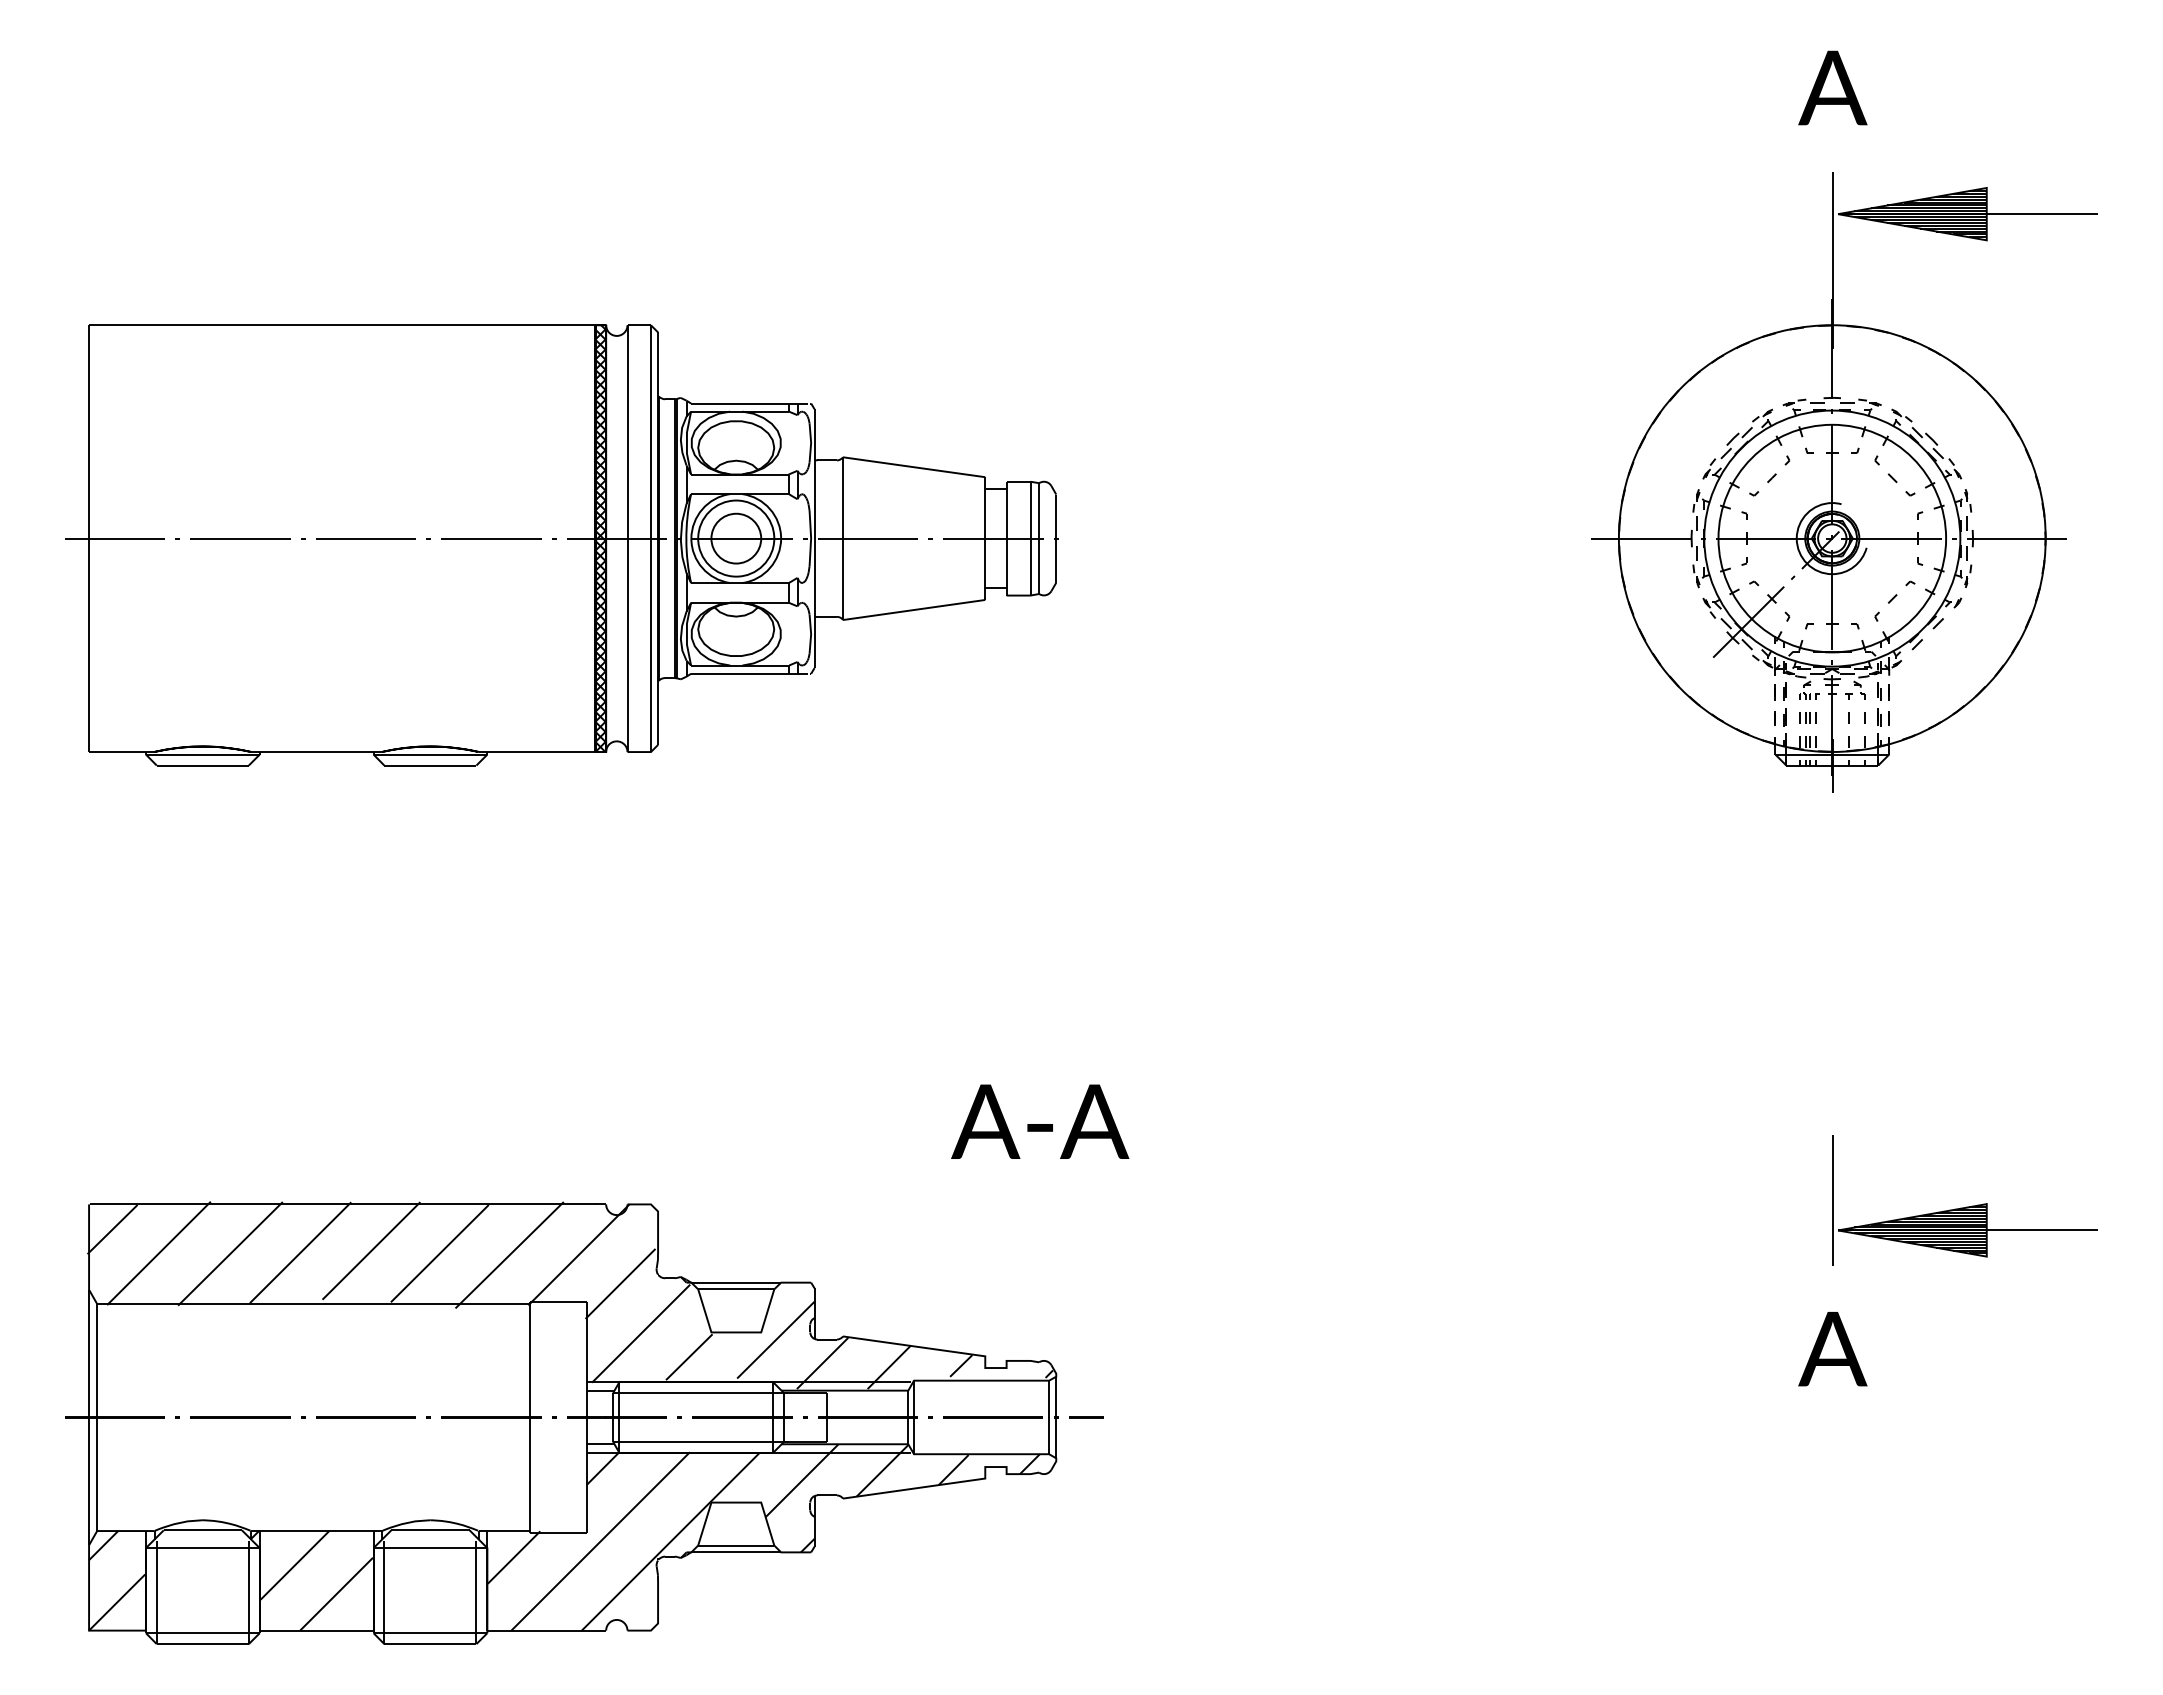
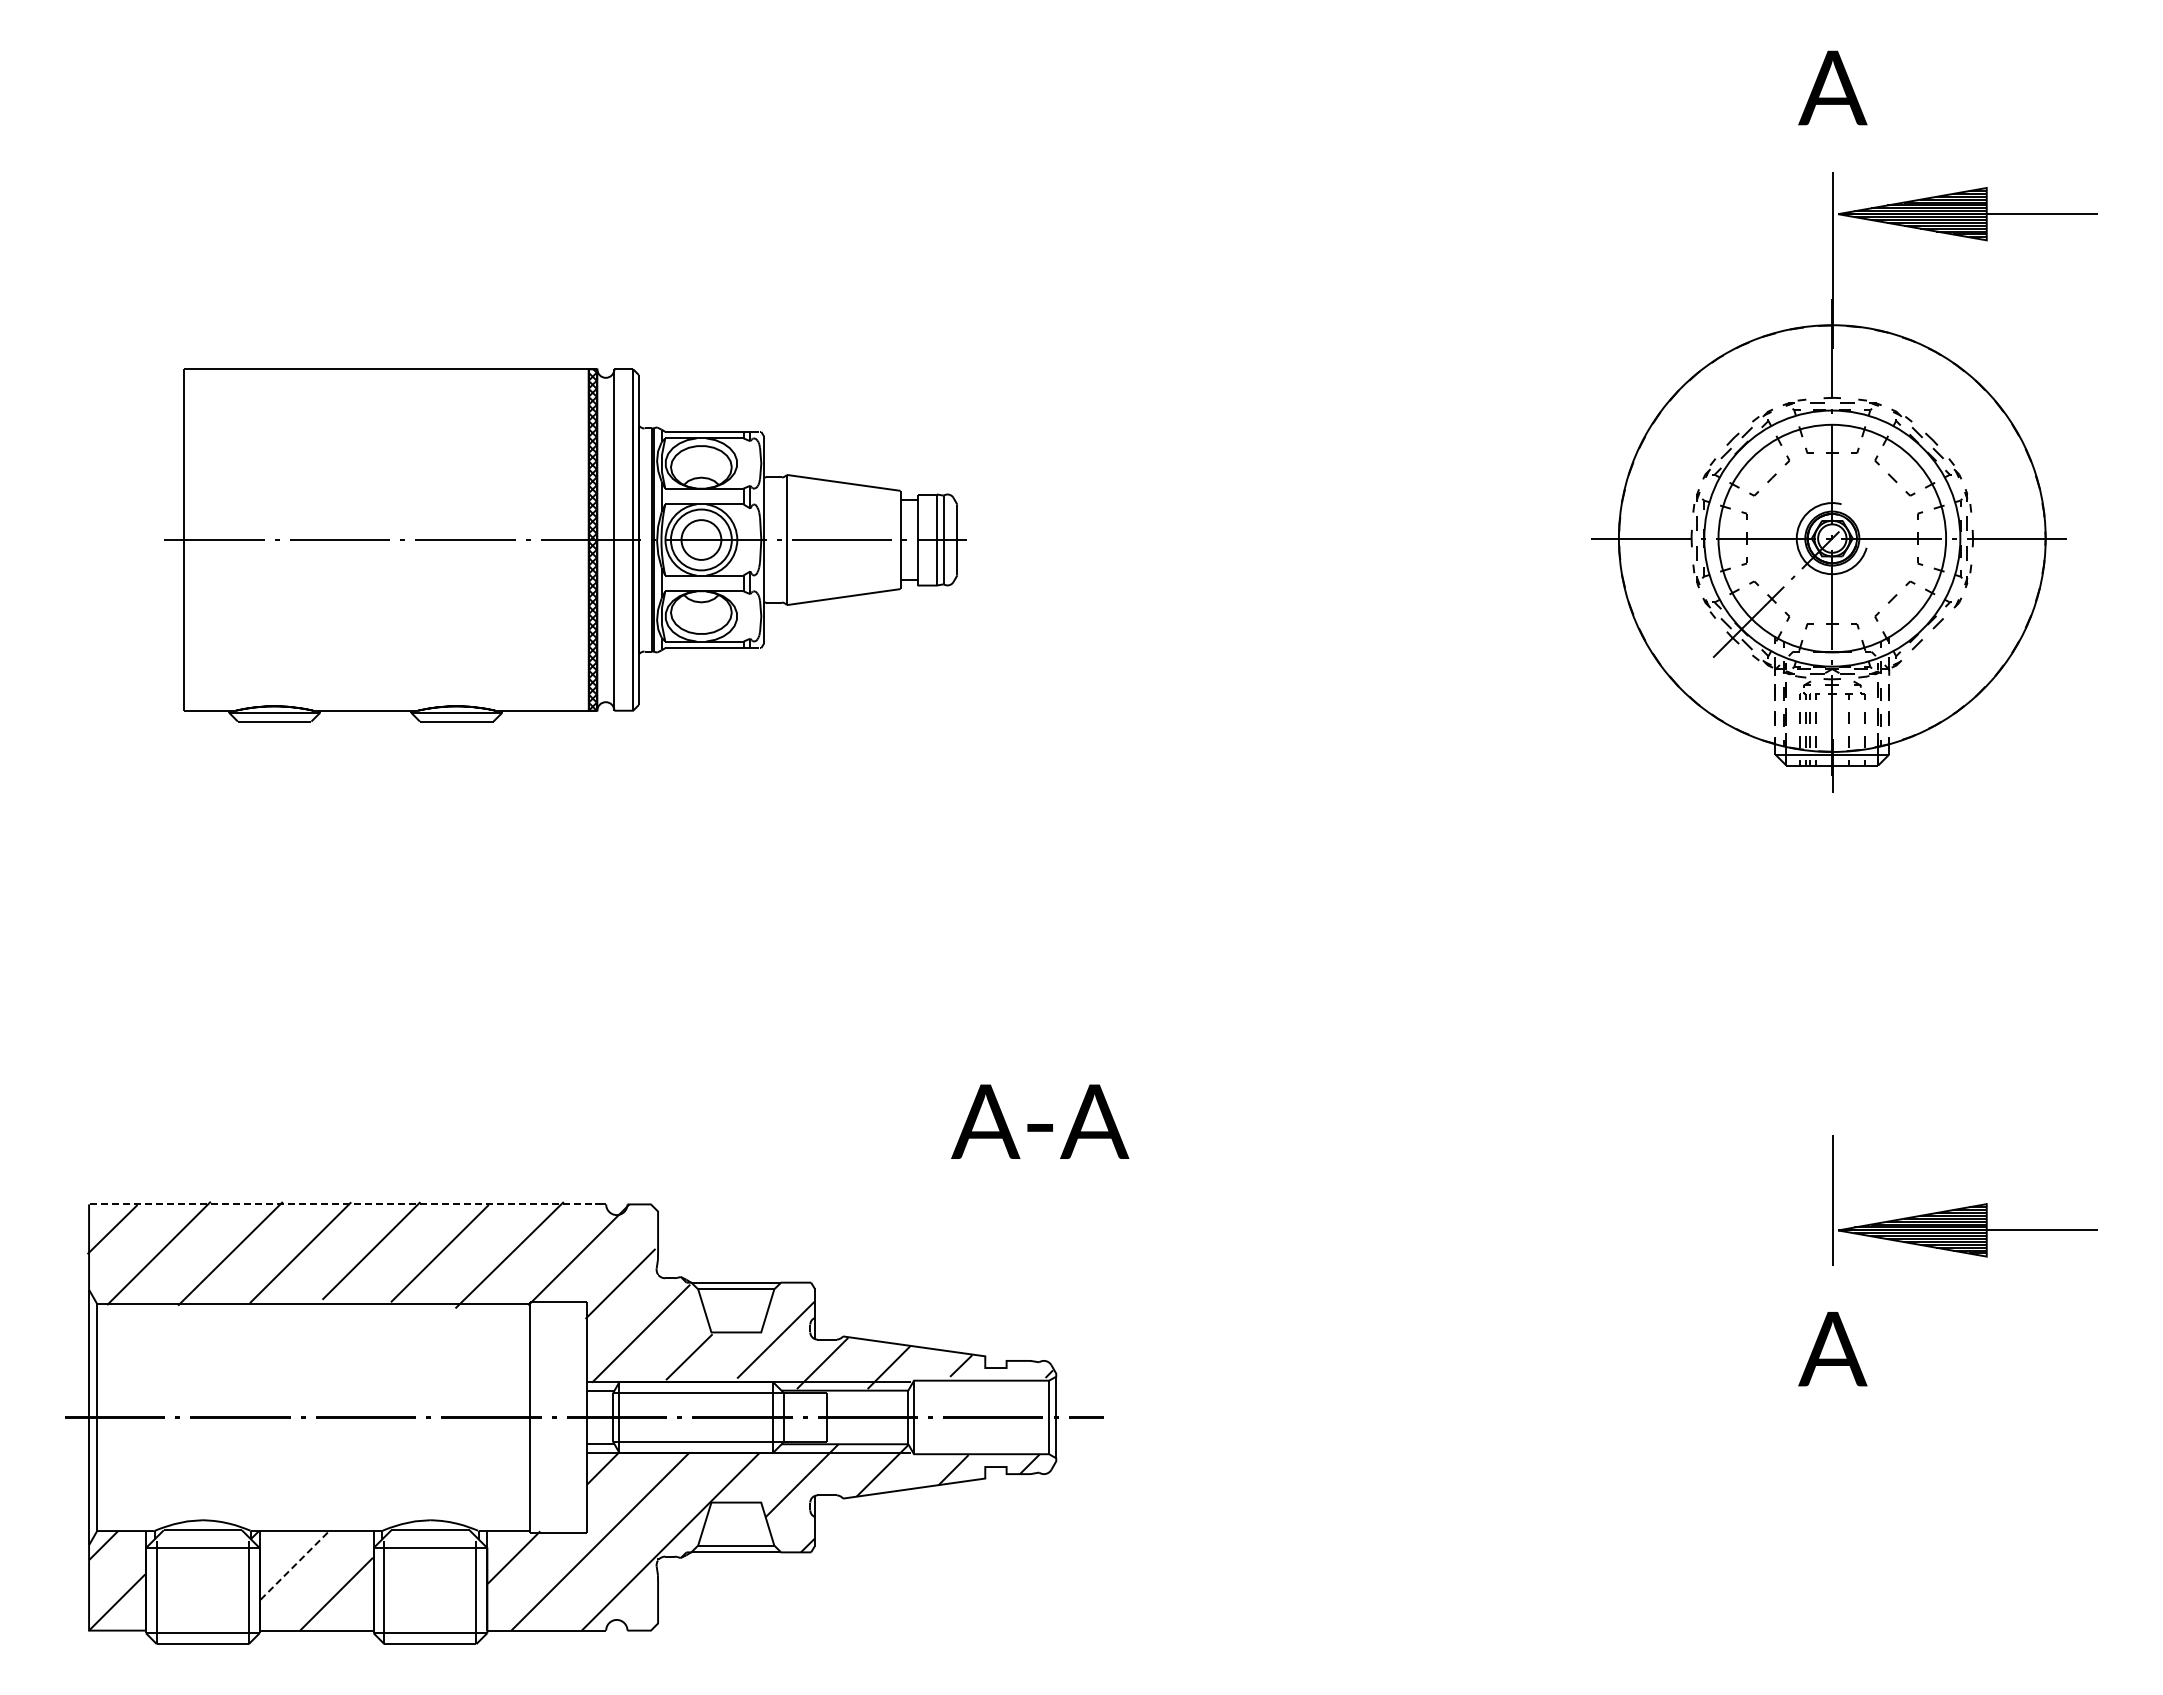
part at (561, 545) size: 994x443 px -> 802x355 px
line at (342, 1204): solid -> dashed
line at (294, 1565): solid -> dashed
